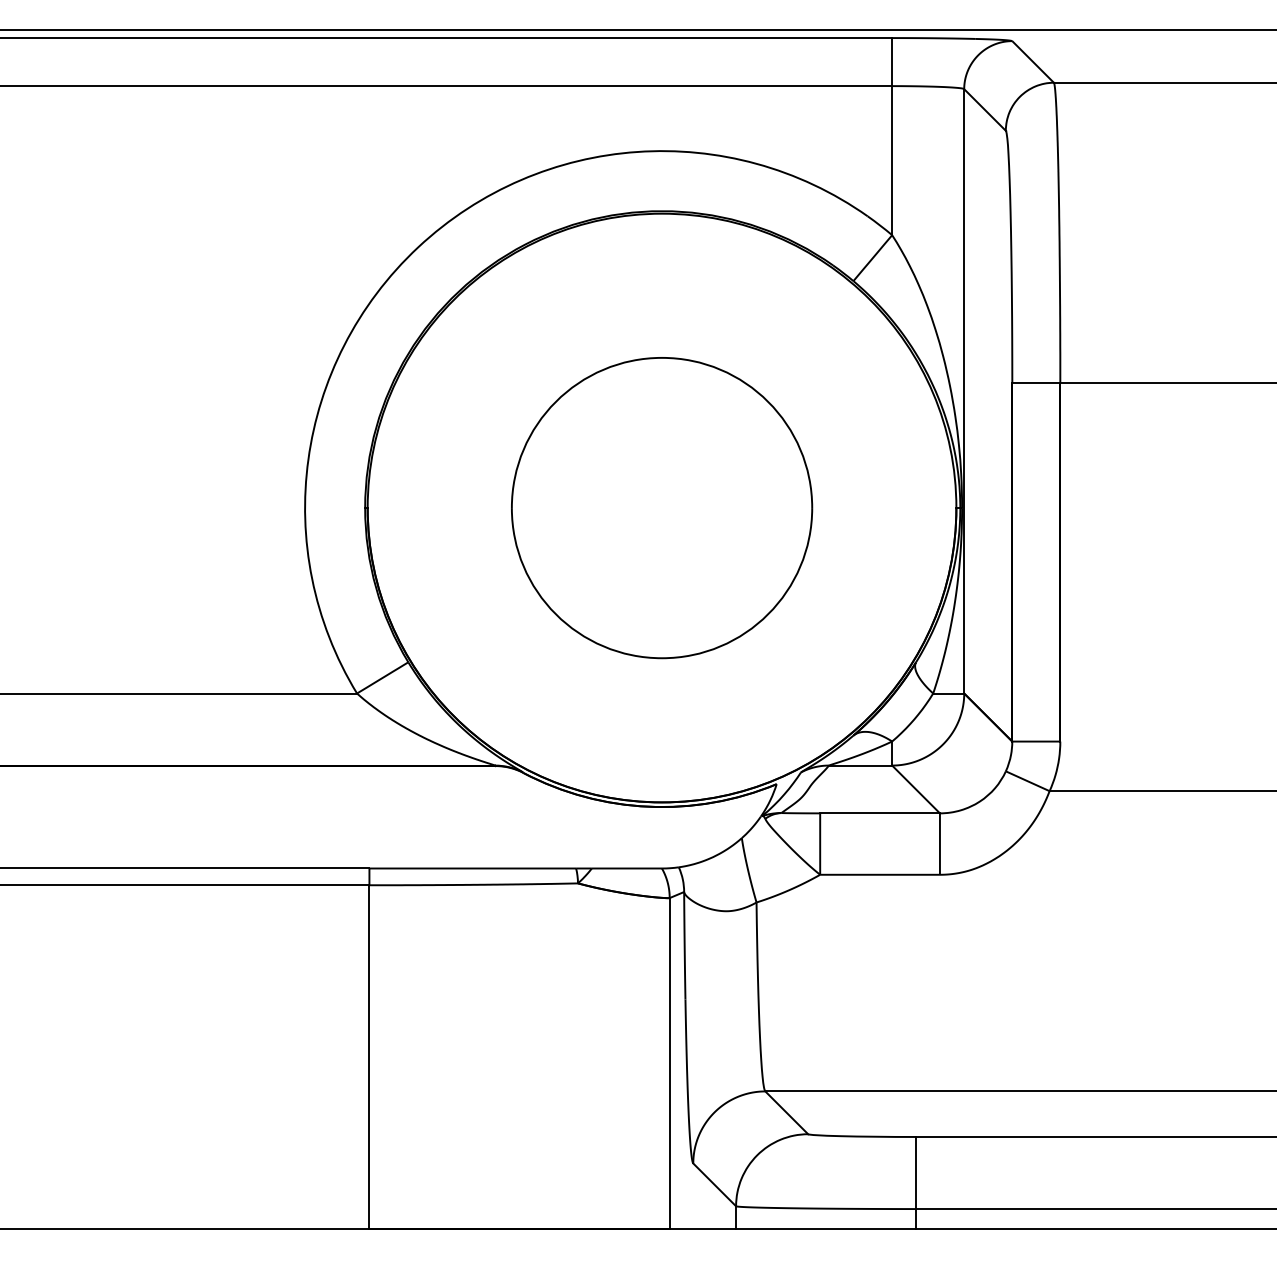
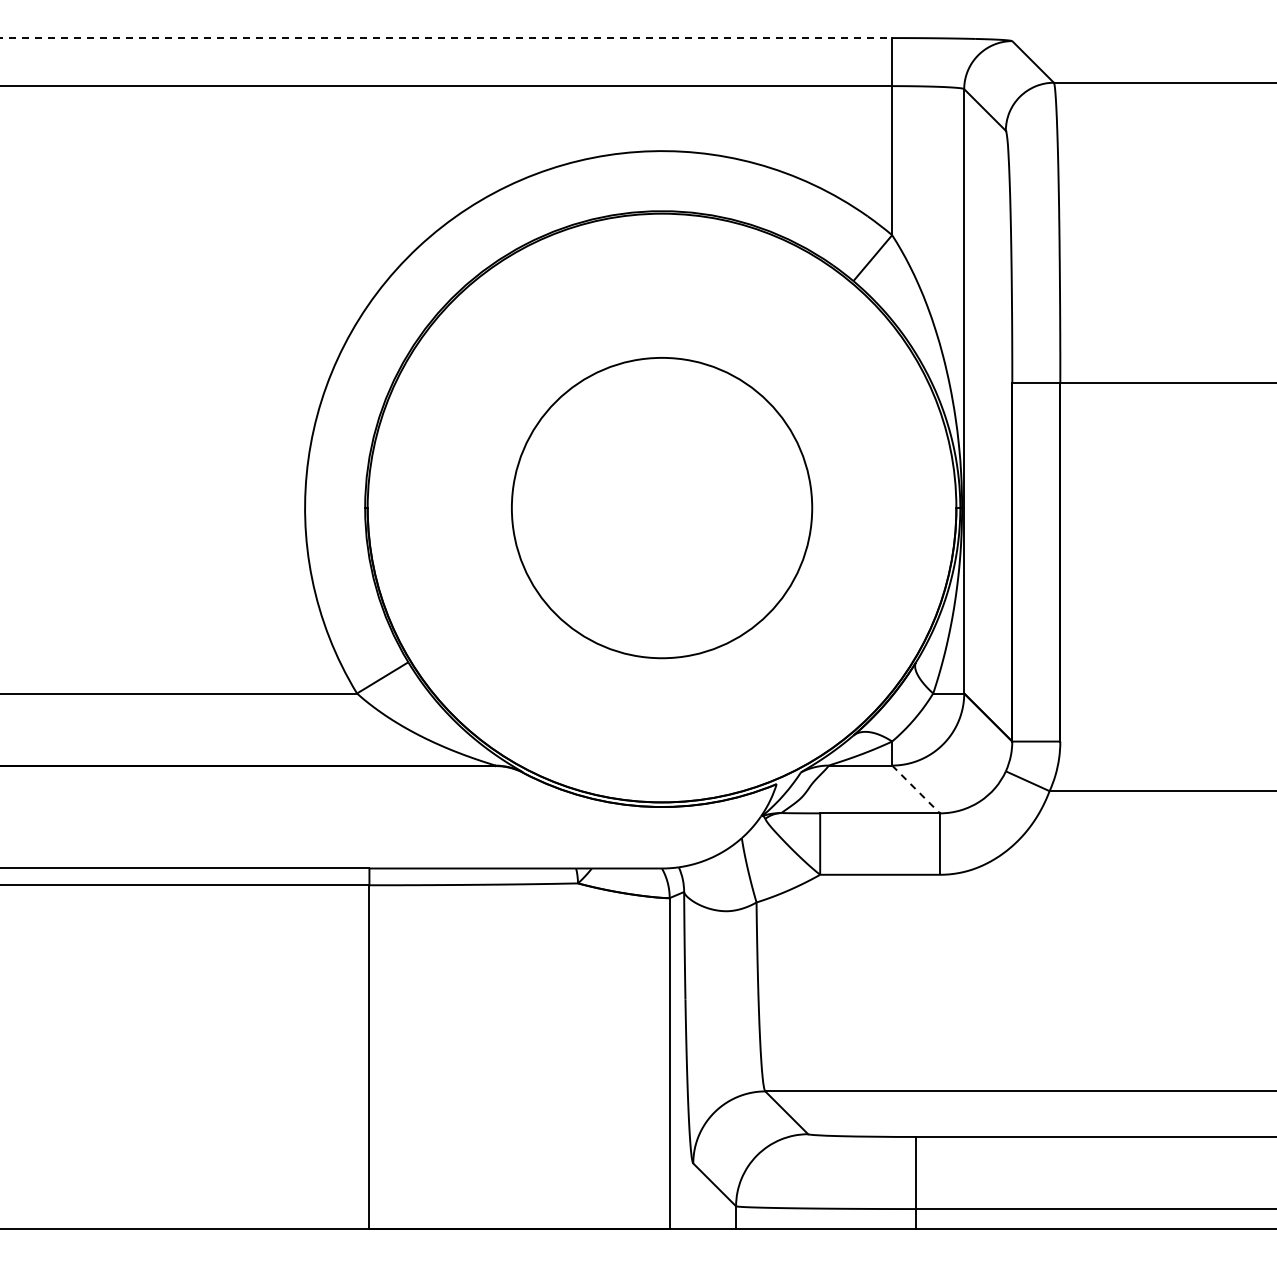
line at (637, 29): present -> none
line at (446, 38): solid -> dashed
line at (916, 789): solid -> dashed
